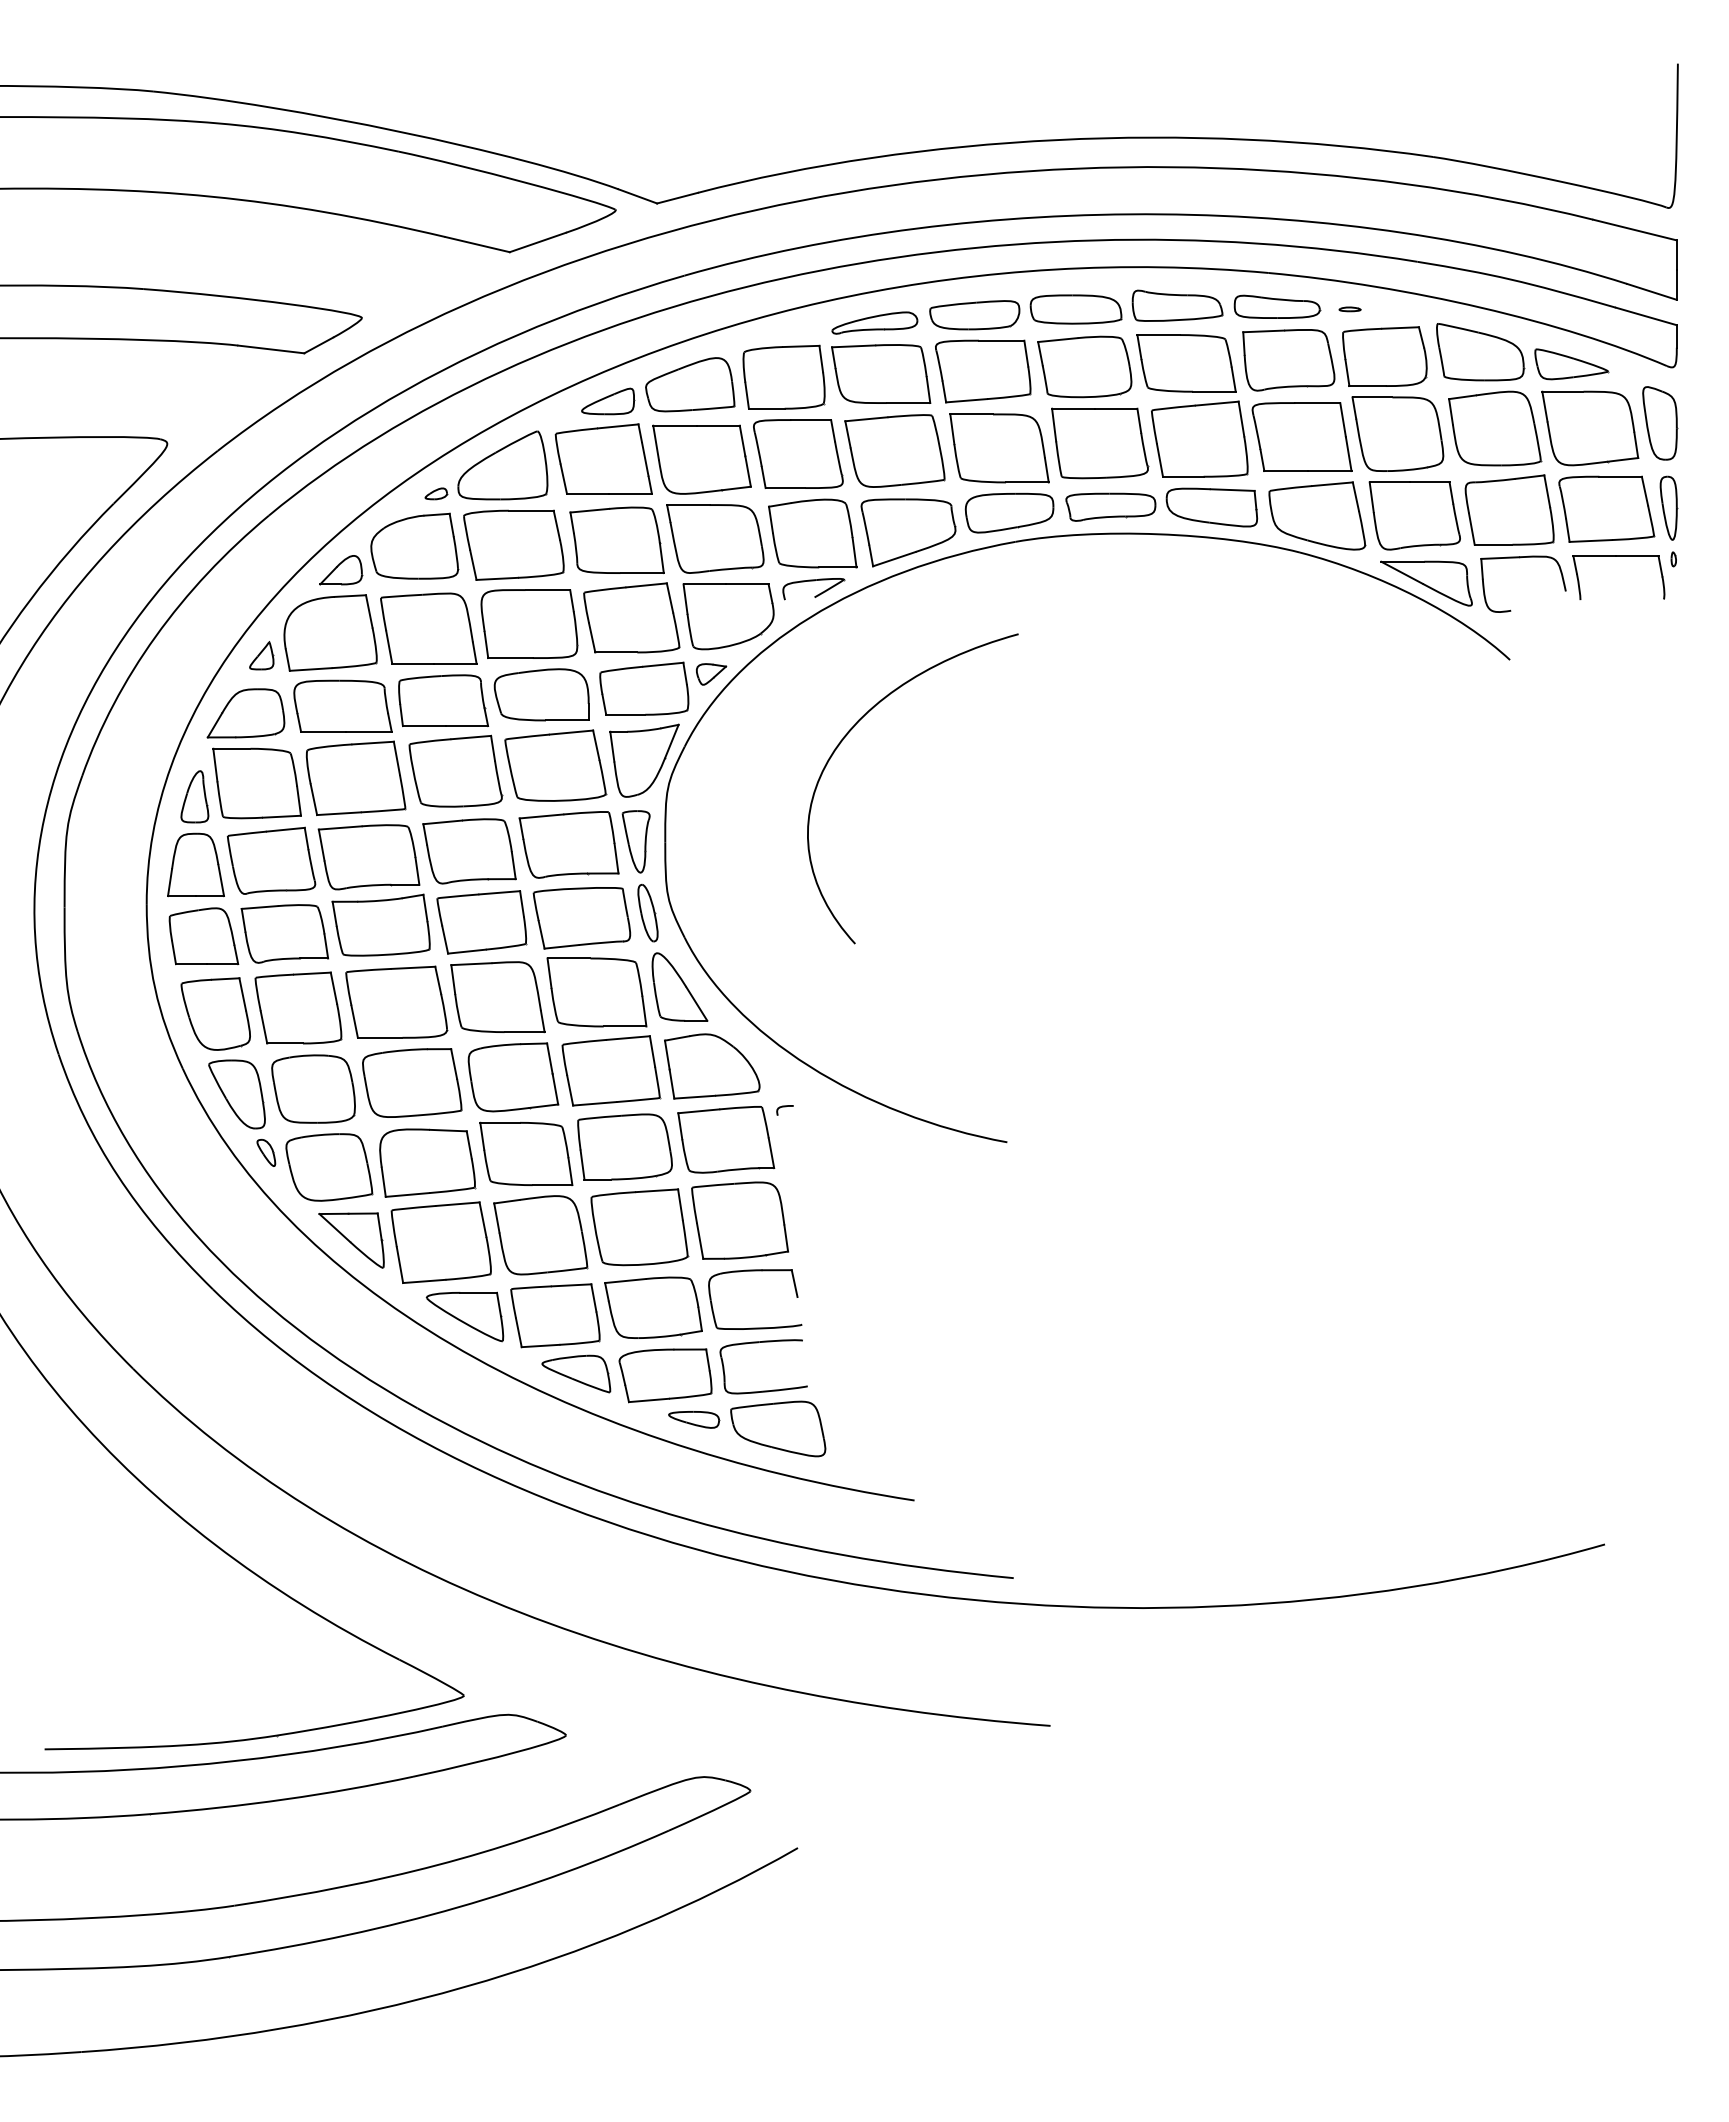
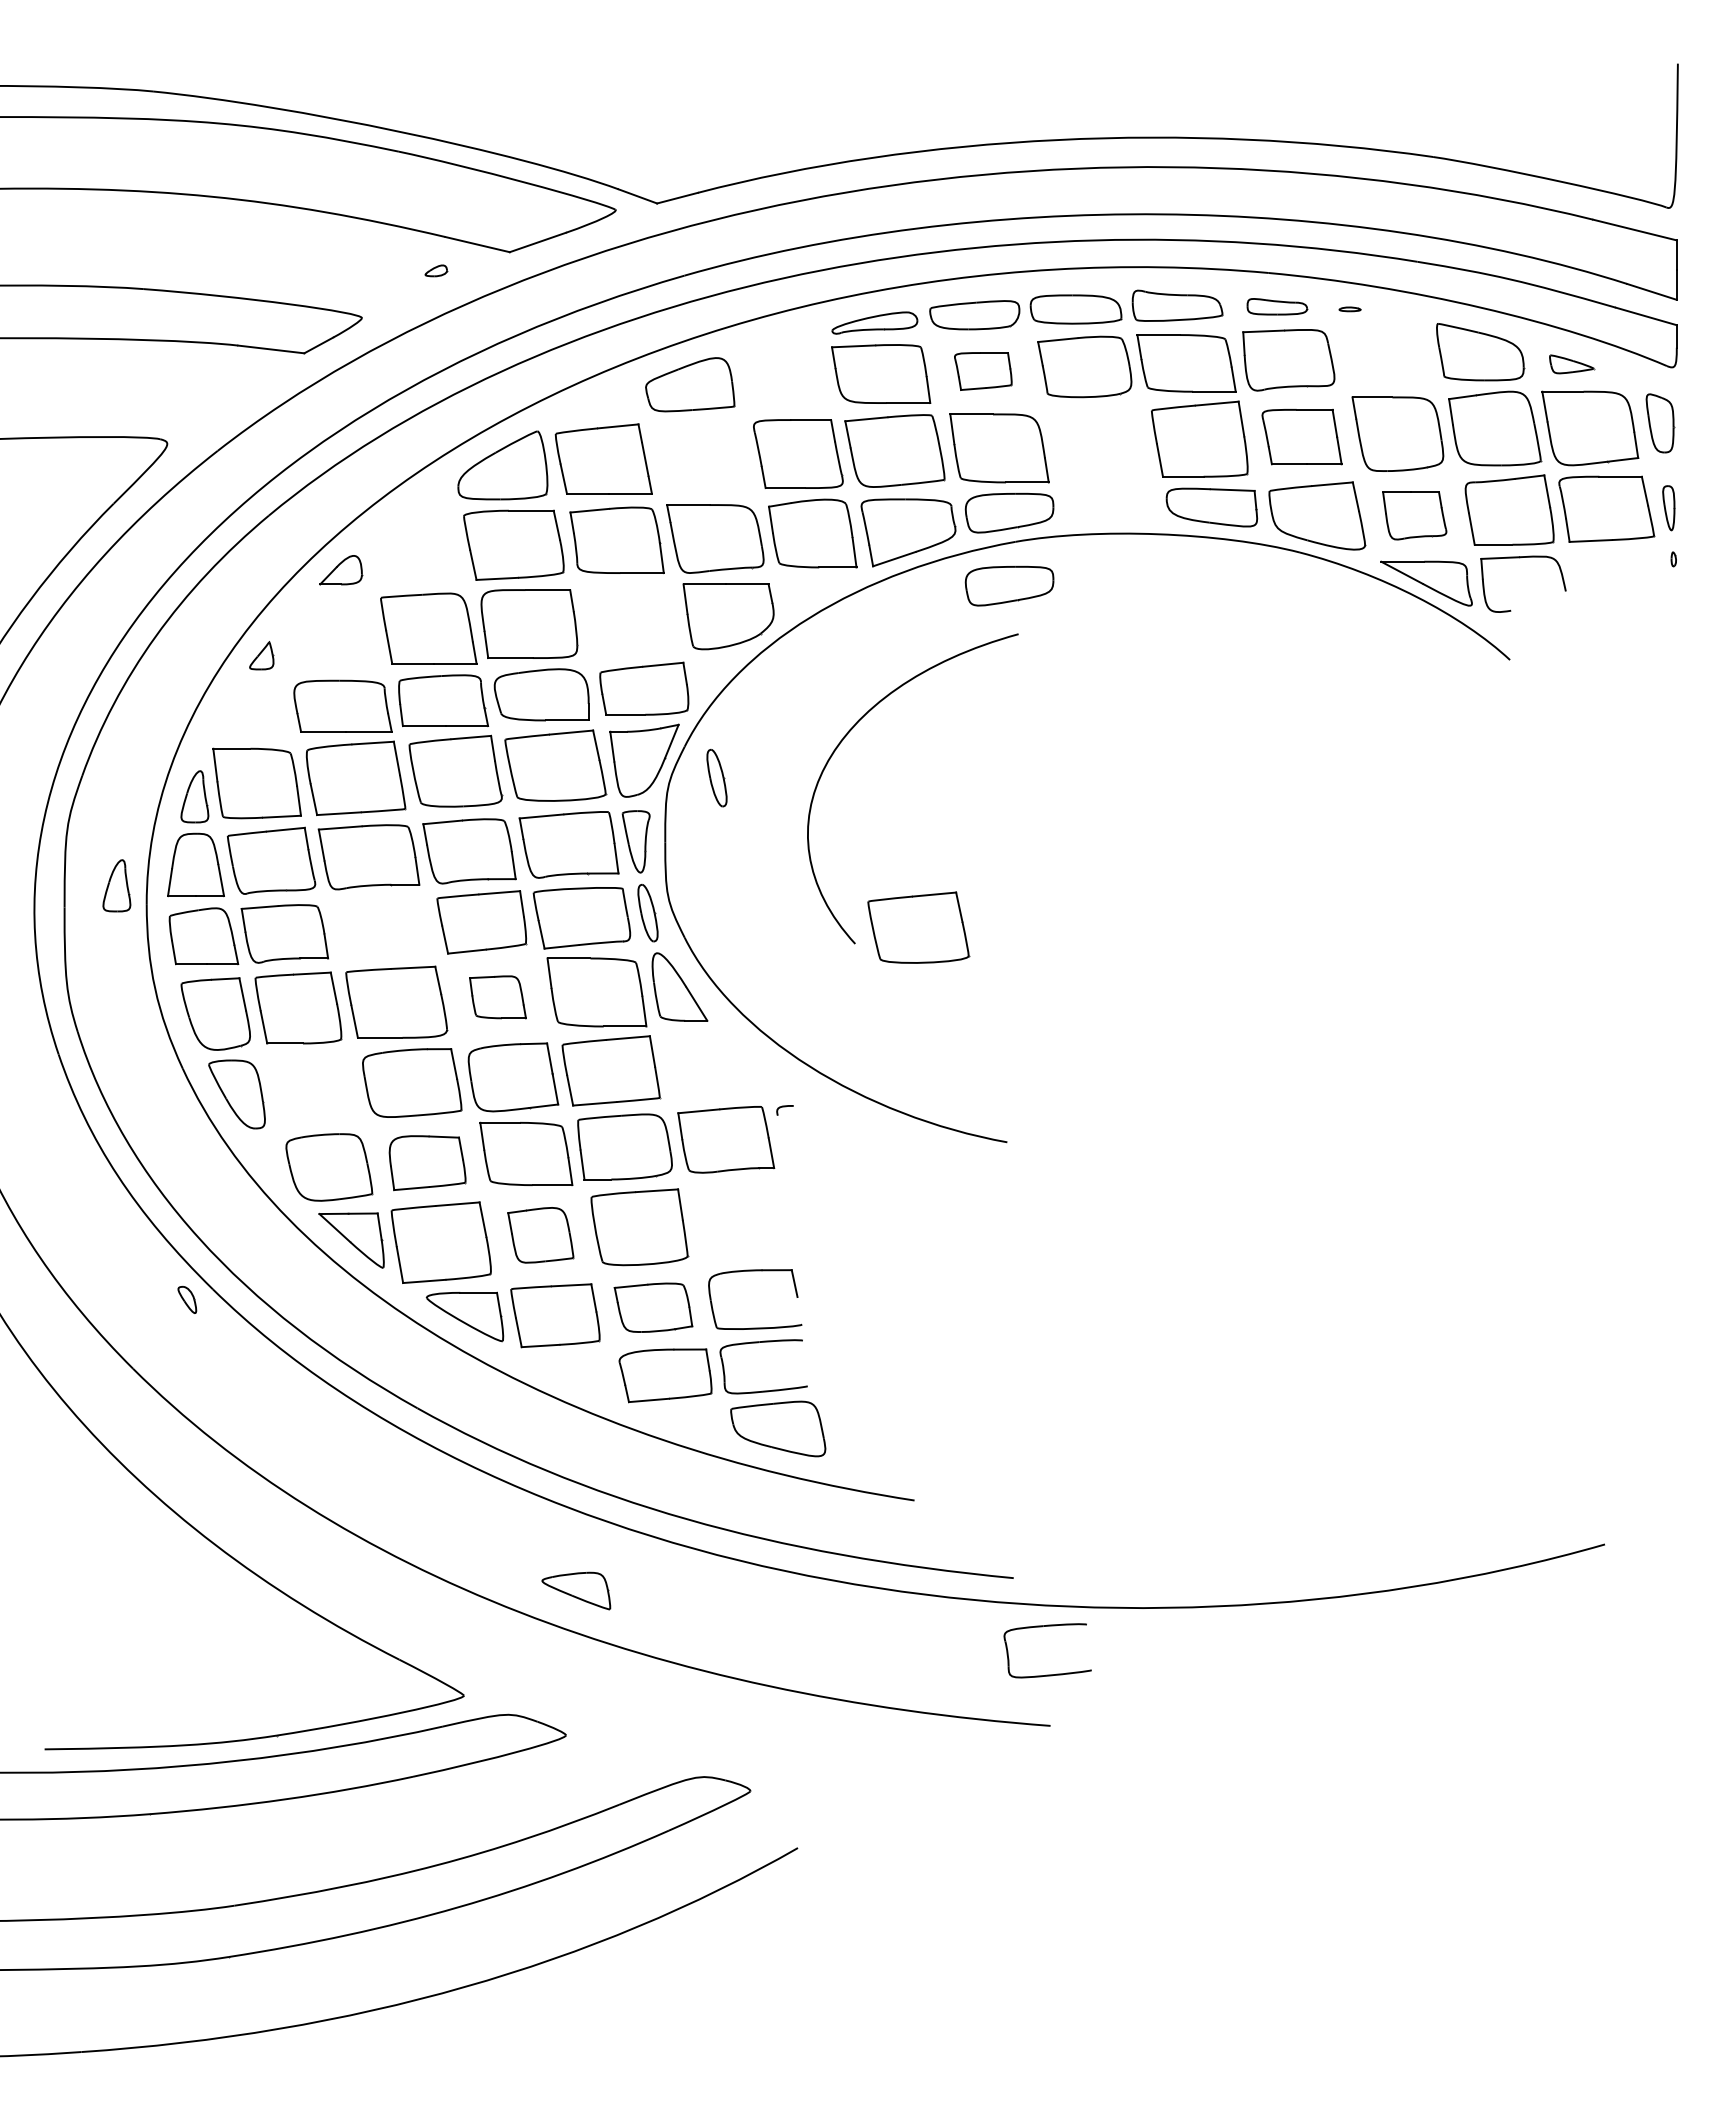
part at (1277, 306) size: 89x25 px -> 63x18 px
part at (1384, 356): present -> none
part at (1571, 364) size: 76x33 px -> 47x21 px
part at (983, 371) size: 97x65 px -> 59x39 px
part at (783, 376): present -> none
part at (608, 401): present -> none
part at (1660, 423) size: 37x75 px -> 31x61 px
part at (1301, 436) size: 102x70 px -> 82x57 px
part at (1100, 443): present -> none
part at (701, 459): present -> none
part at (436, 493) position: (436, 493) -> (436, 270)
part at (1110, 506): present -> none
part at (1668, 507) size: 20x66 px -> 14x47 px
part at (1414, 515) size: 93x70 px -> 66x50 px
part at (414, 545): present -> none
part at (1618, 556): present -> none
part at (1009, 585): none -> present
part at (815, 595): present -> none
part at (631, 617): present -> none
part at (330, 632): present -> none
part at (711, 674): present -> none
part at (245, 713): present -> none
part at (716, 778): none -> present
part at (116, 885): none -> present
part at (380, 924): present -> none
part at (918, 927): none -> present
part at (497, 997) size: 96x73 px -> 58x45 px
part at (712, 1066): present -> none
part at (313, 1088): present -> none
part at (266, 1152) position: (266, 1152) -> (187, 1299)
part at (427, 1162) size: 98x70 px -> 79x57 px
part at (739, 1220): present -> none
part at (540, 1235) size: 96x81 px -> 68x57 px
part at (653, 1307) size: 99x63 px -> 81x51 px
part at (576, 1373) position: (576, 1373) -> (576, 1590)
part at (694, 1419): present -> none
part at (1042, 1627): none -> present
